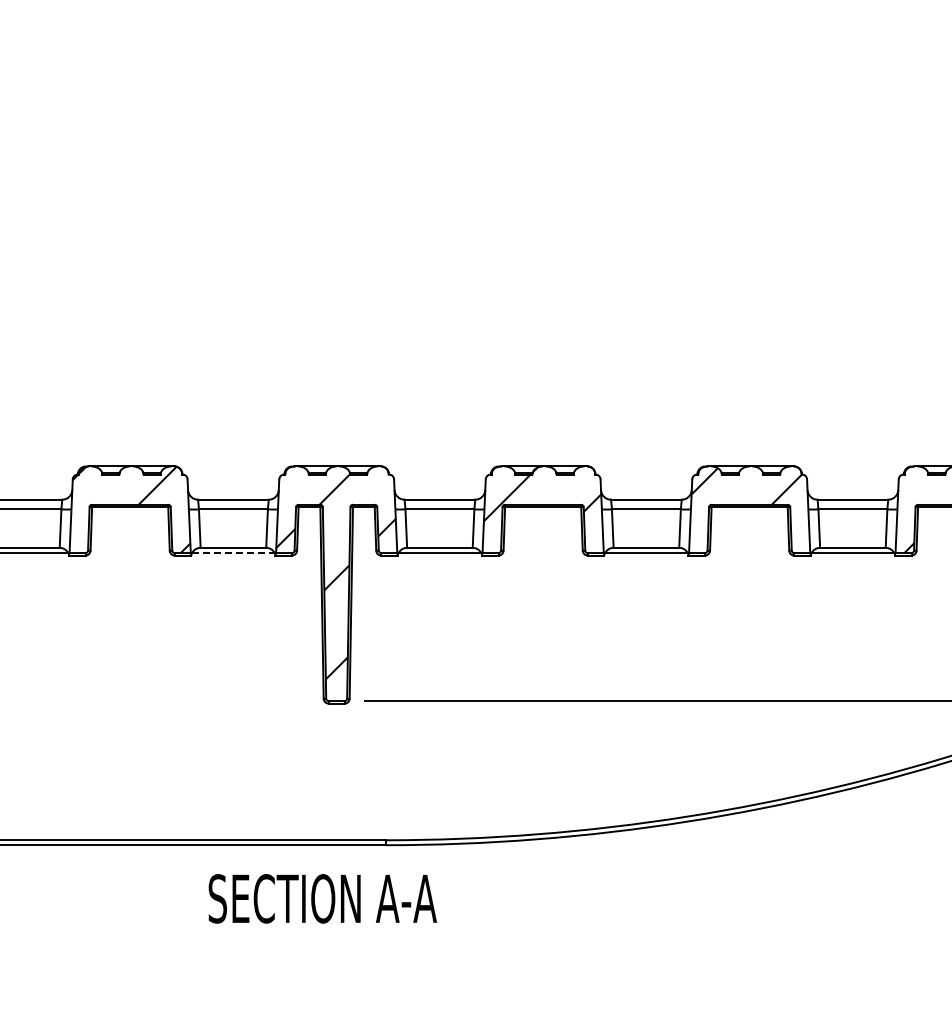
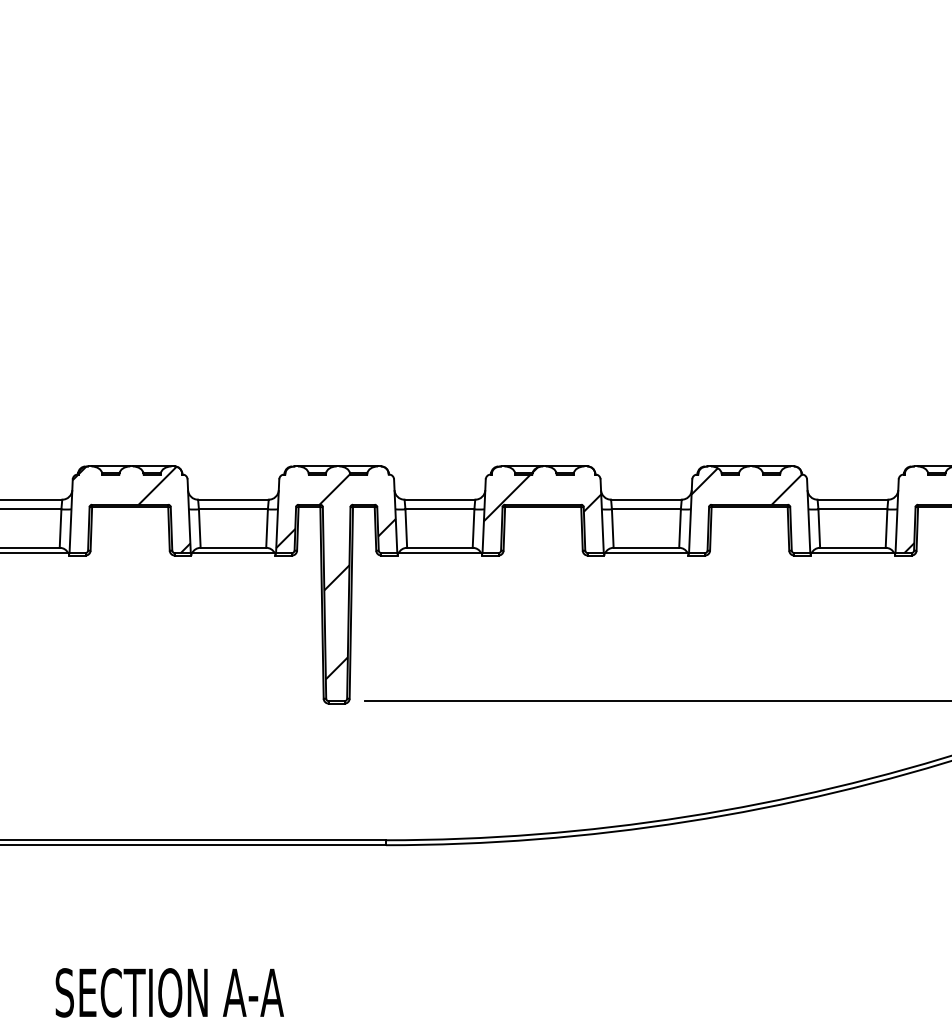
line at (232, 553): dashed -> solid
text at (322, 898) position: (322, 898) -> (169, 992)
